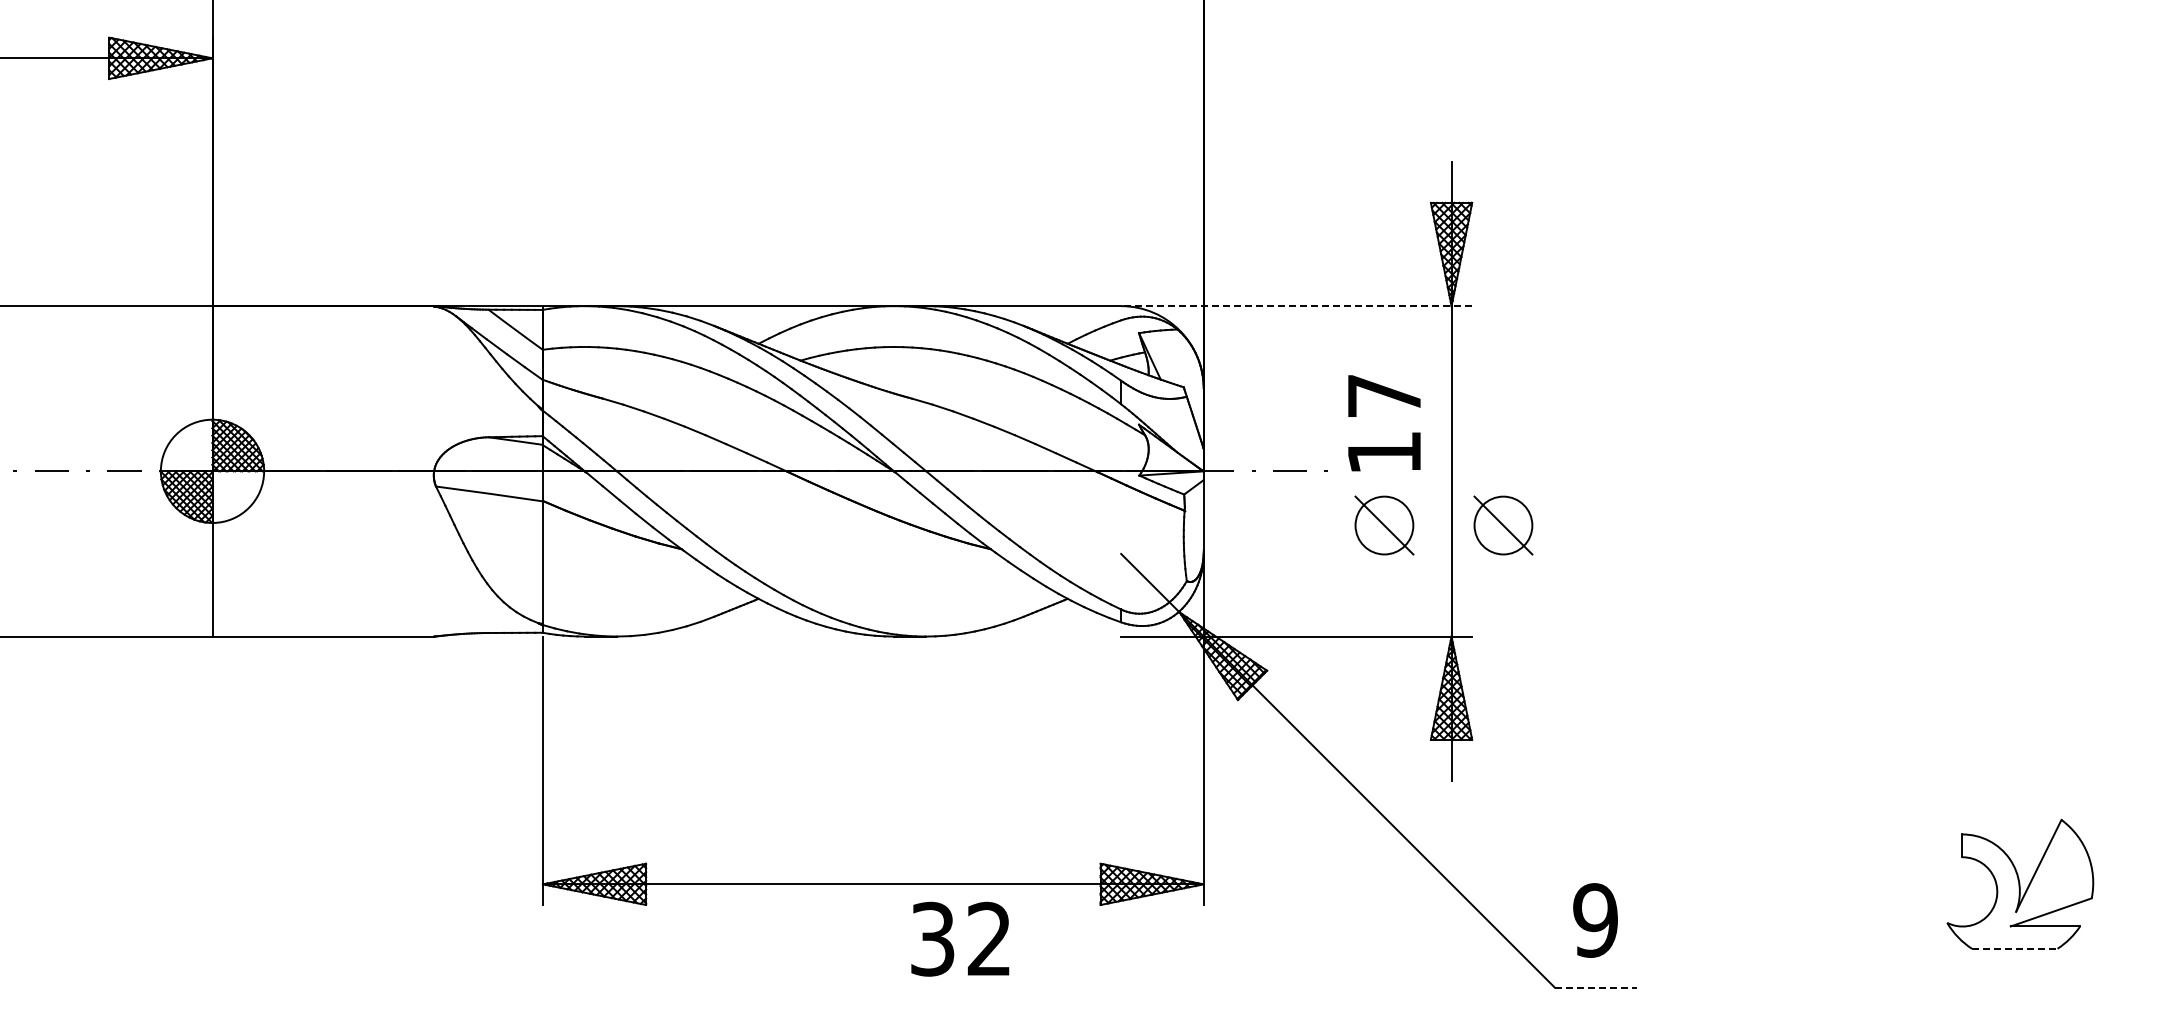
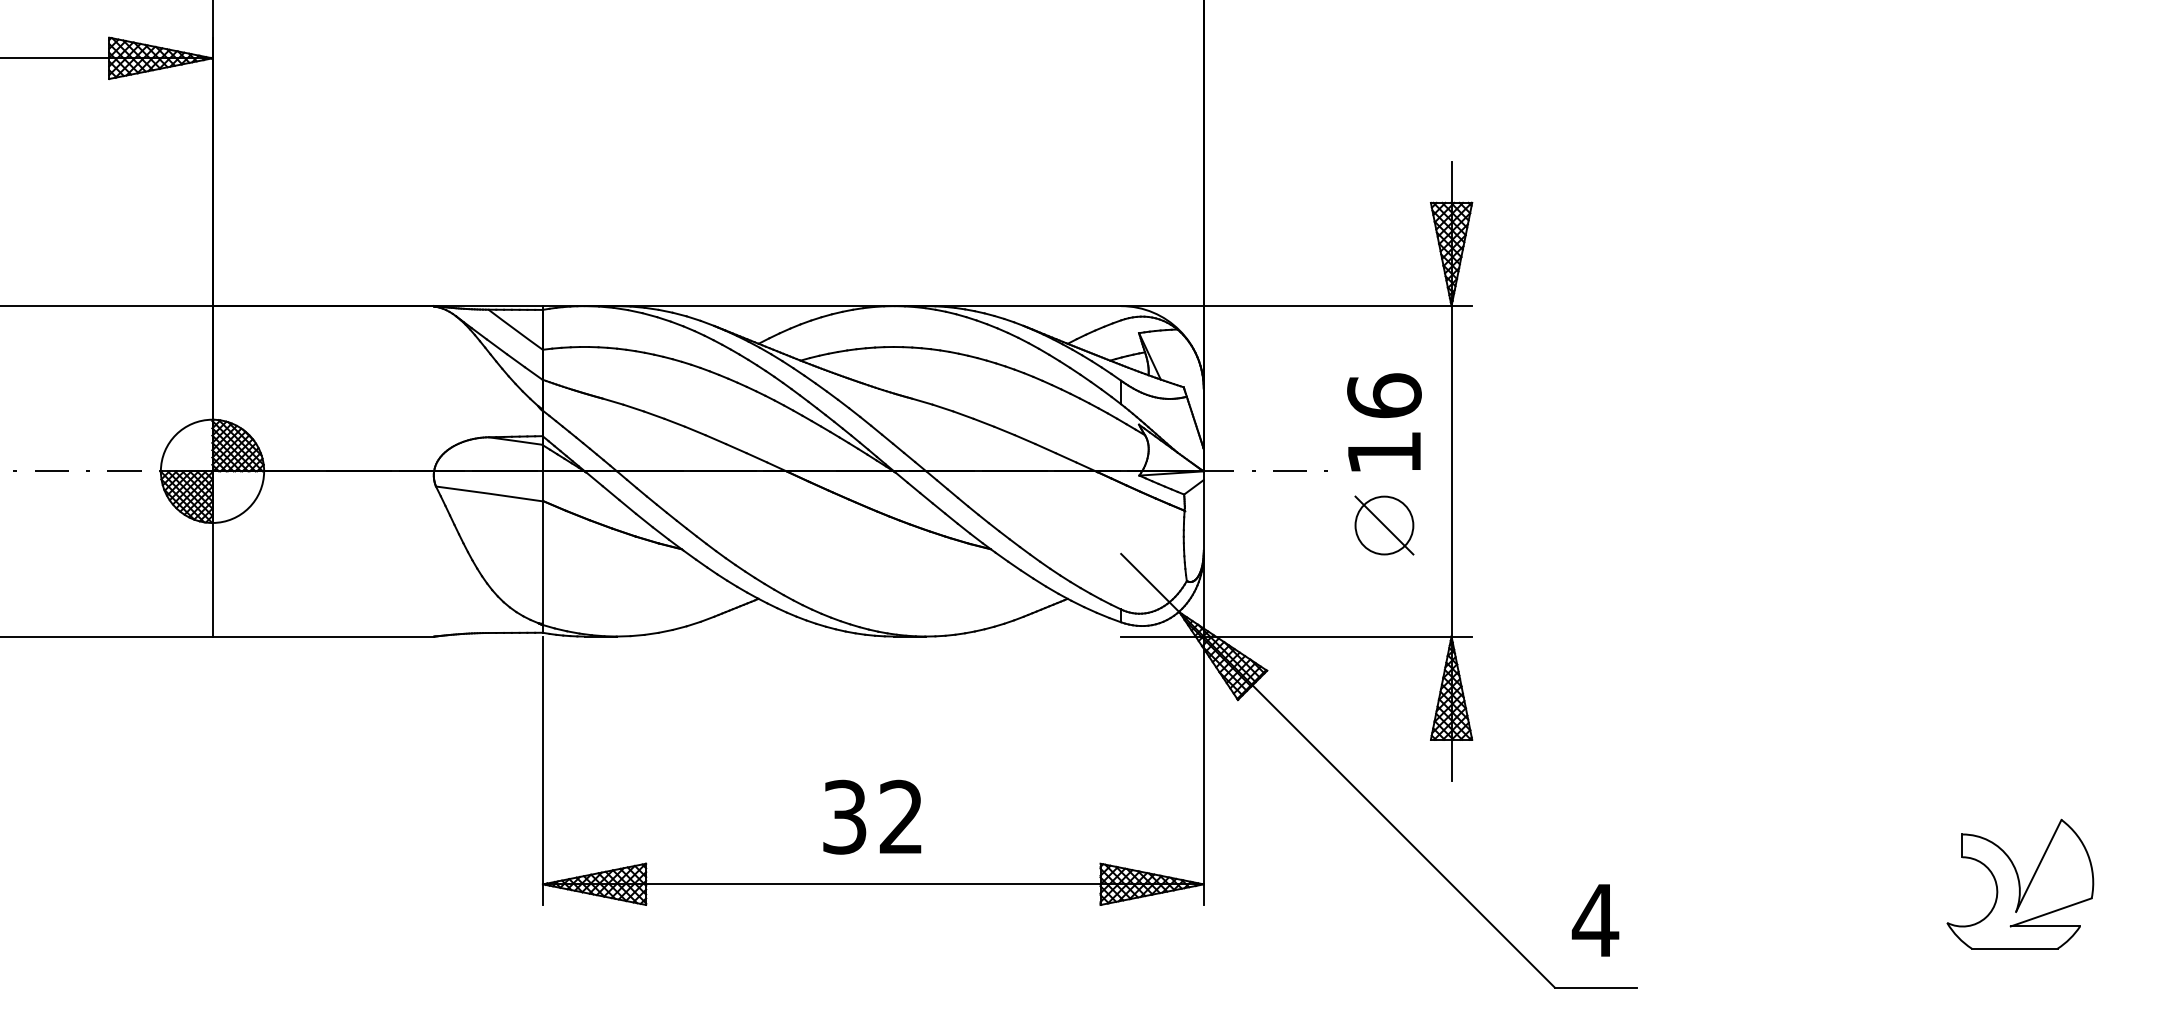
line at (1296, 306): dashed -> solid
text at (1384, 395): 17 -> 16
part at (1503, 525): present -> none
text at (1595, 920): 9 -> 4
text at (960, 938) position: (960, 938) -> (872, 816)
line at (2014, 948): dashed -> solid
line at (1596, 987): dashed -> solid
